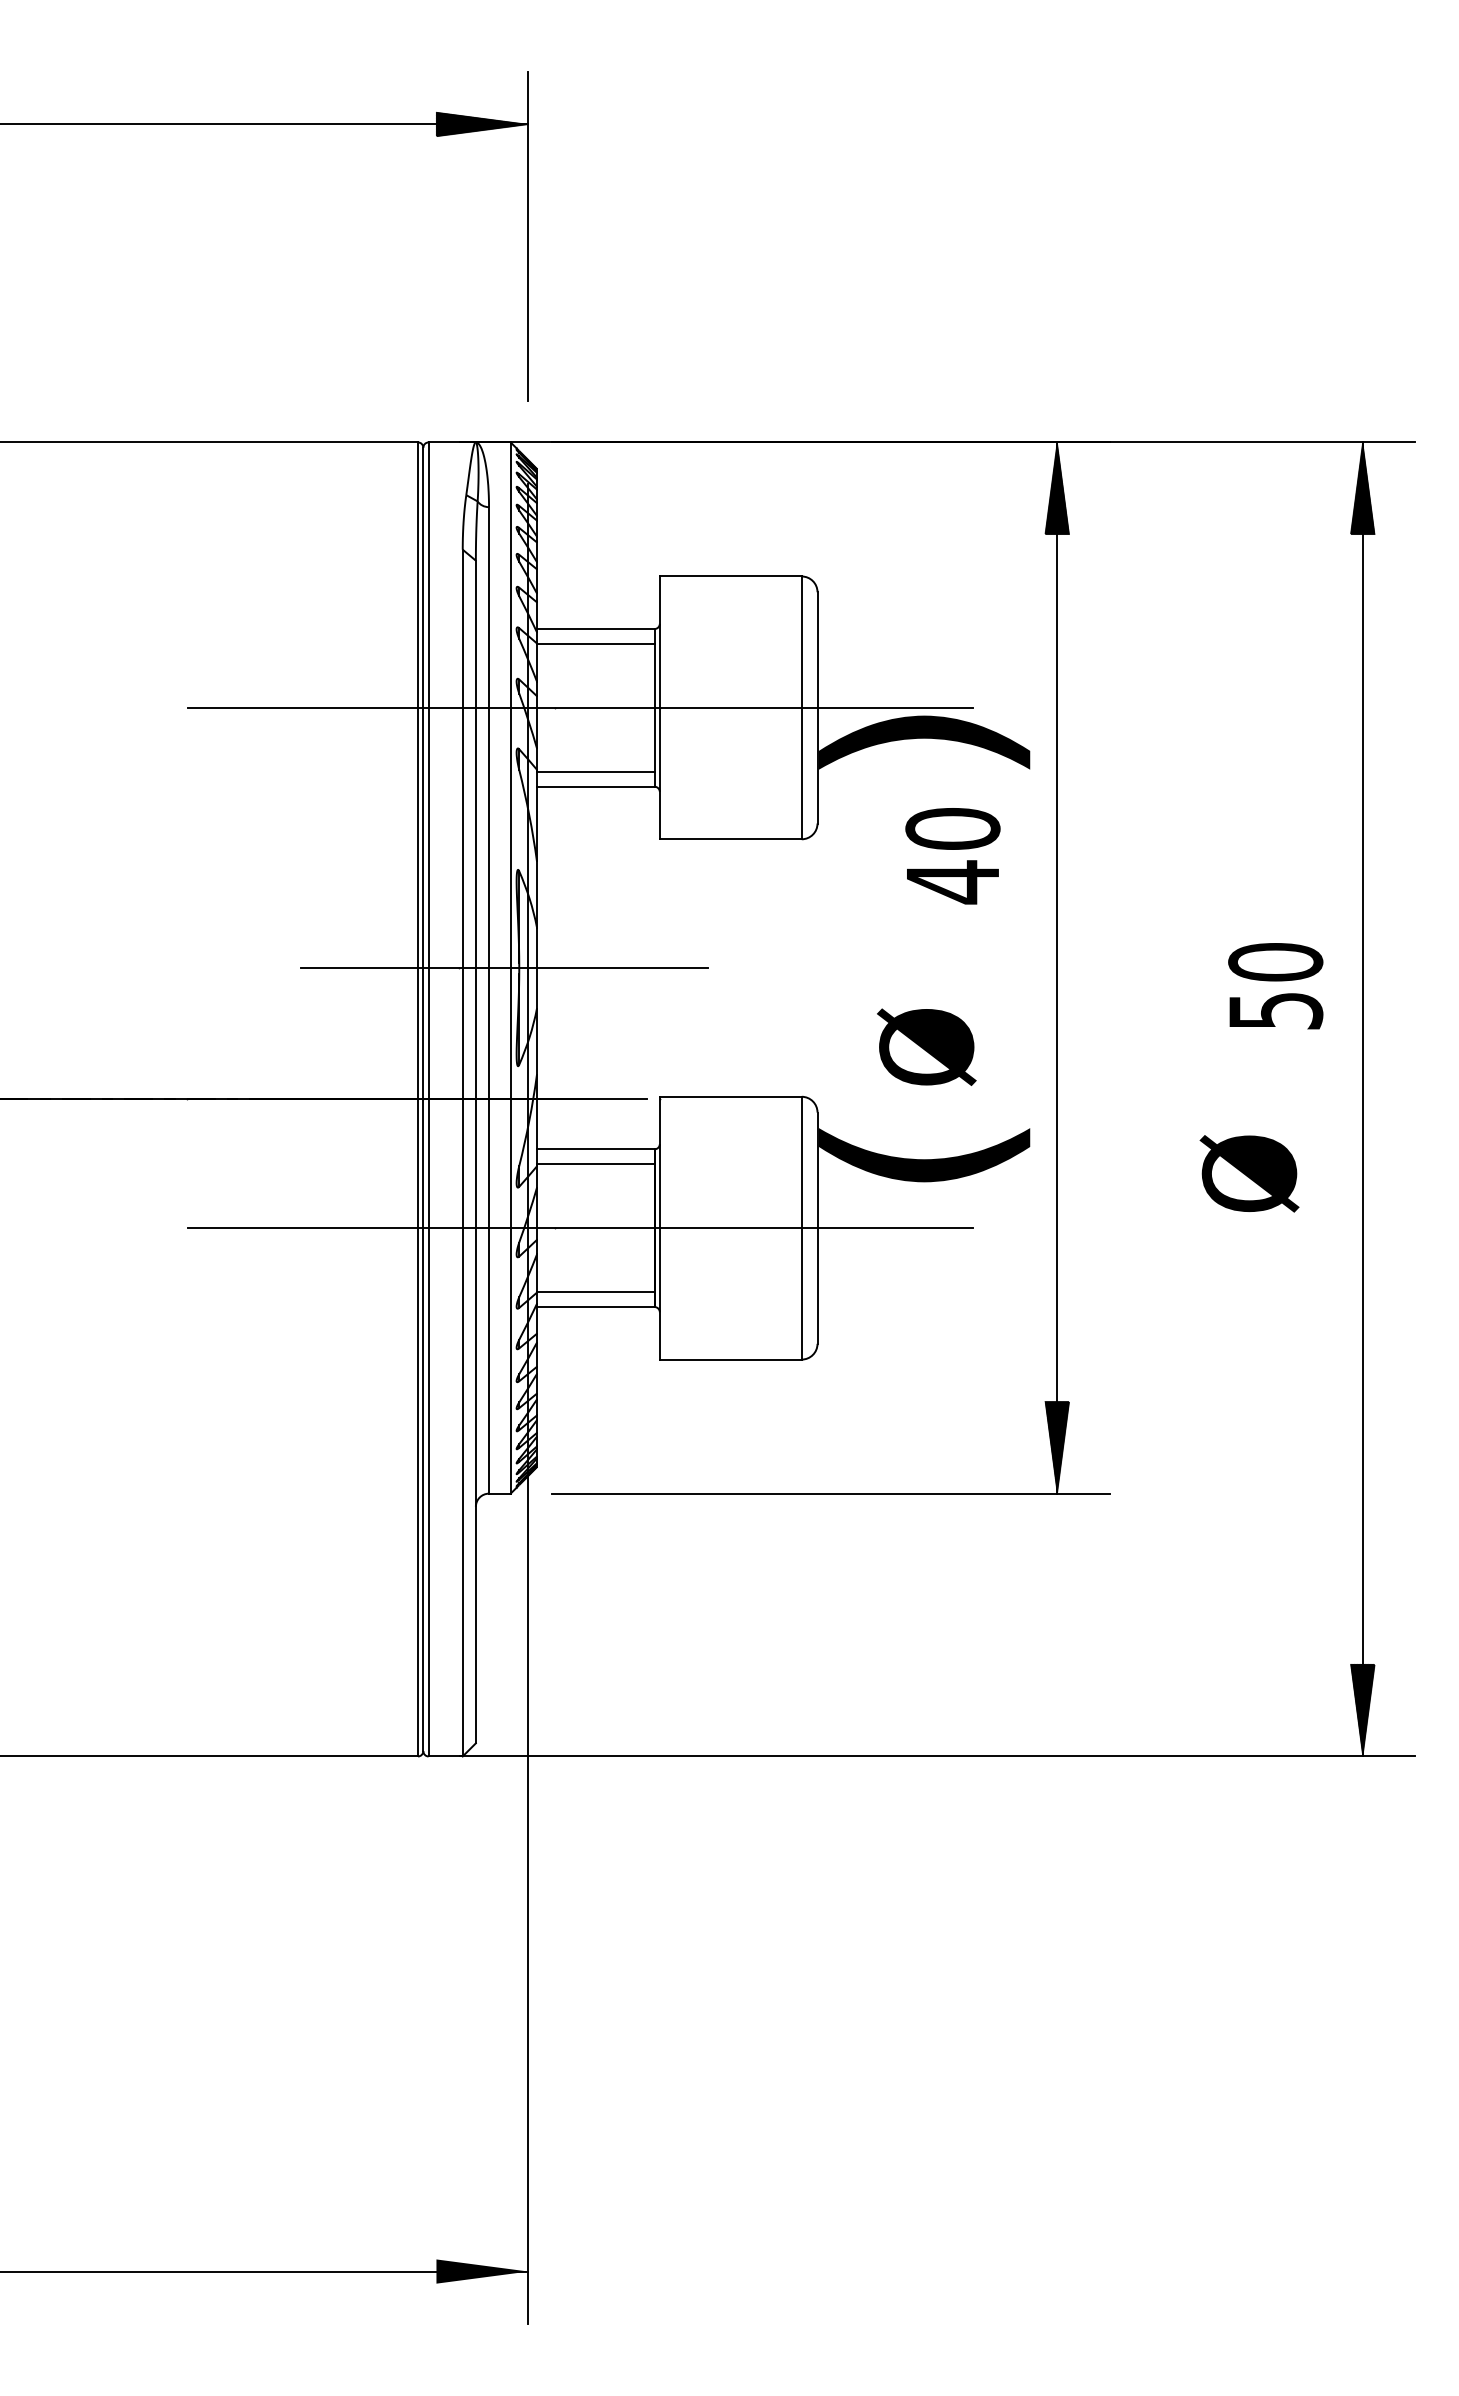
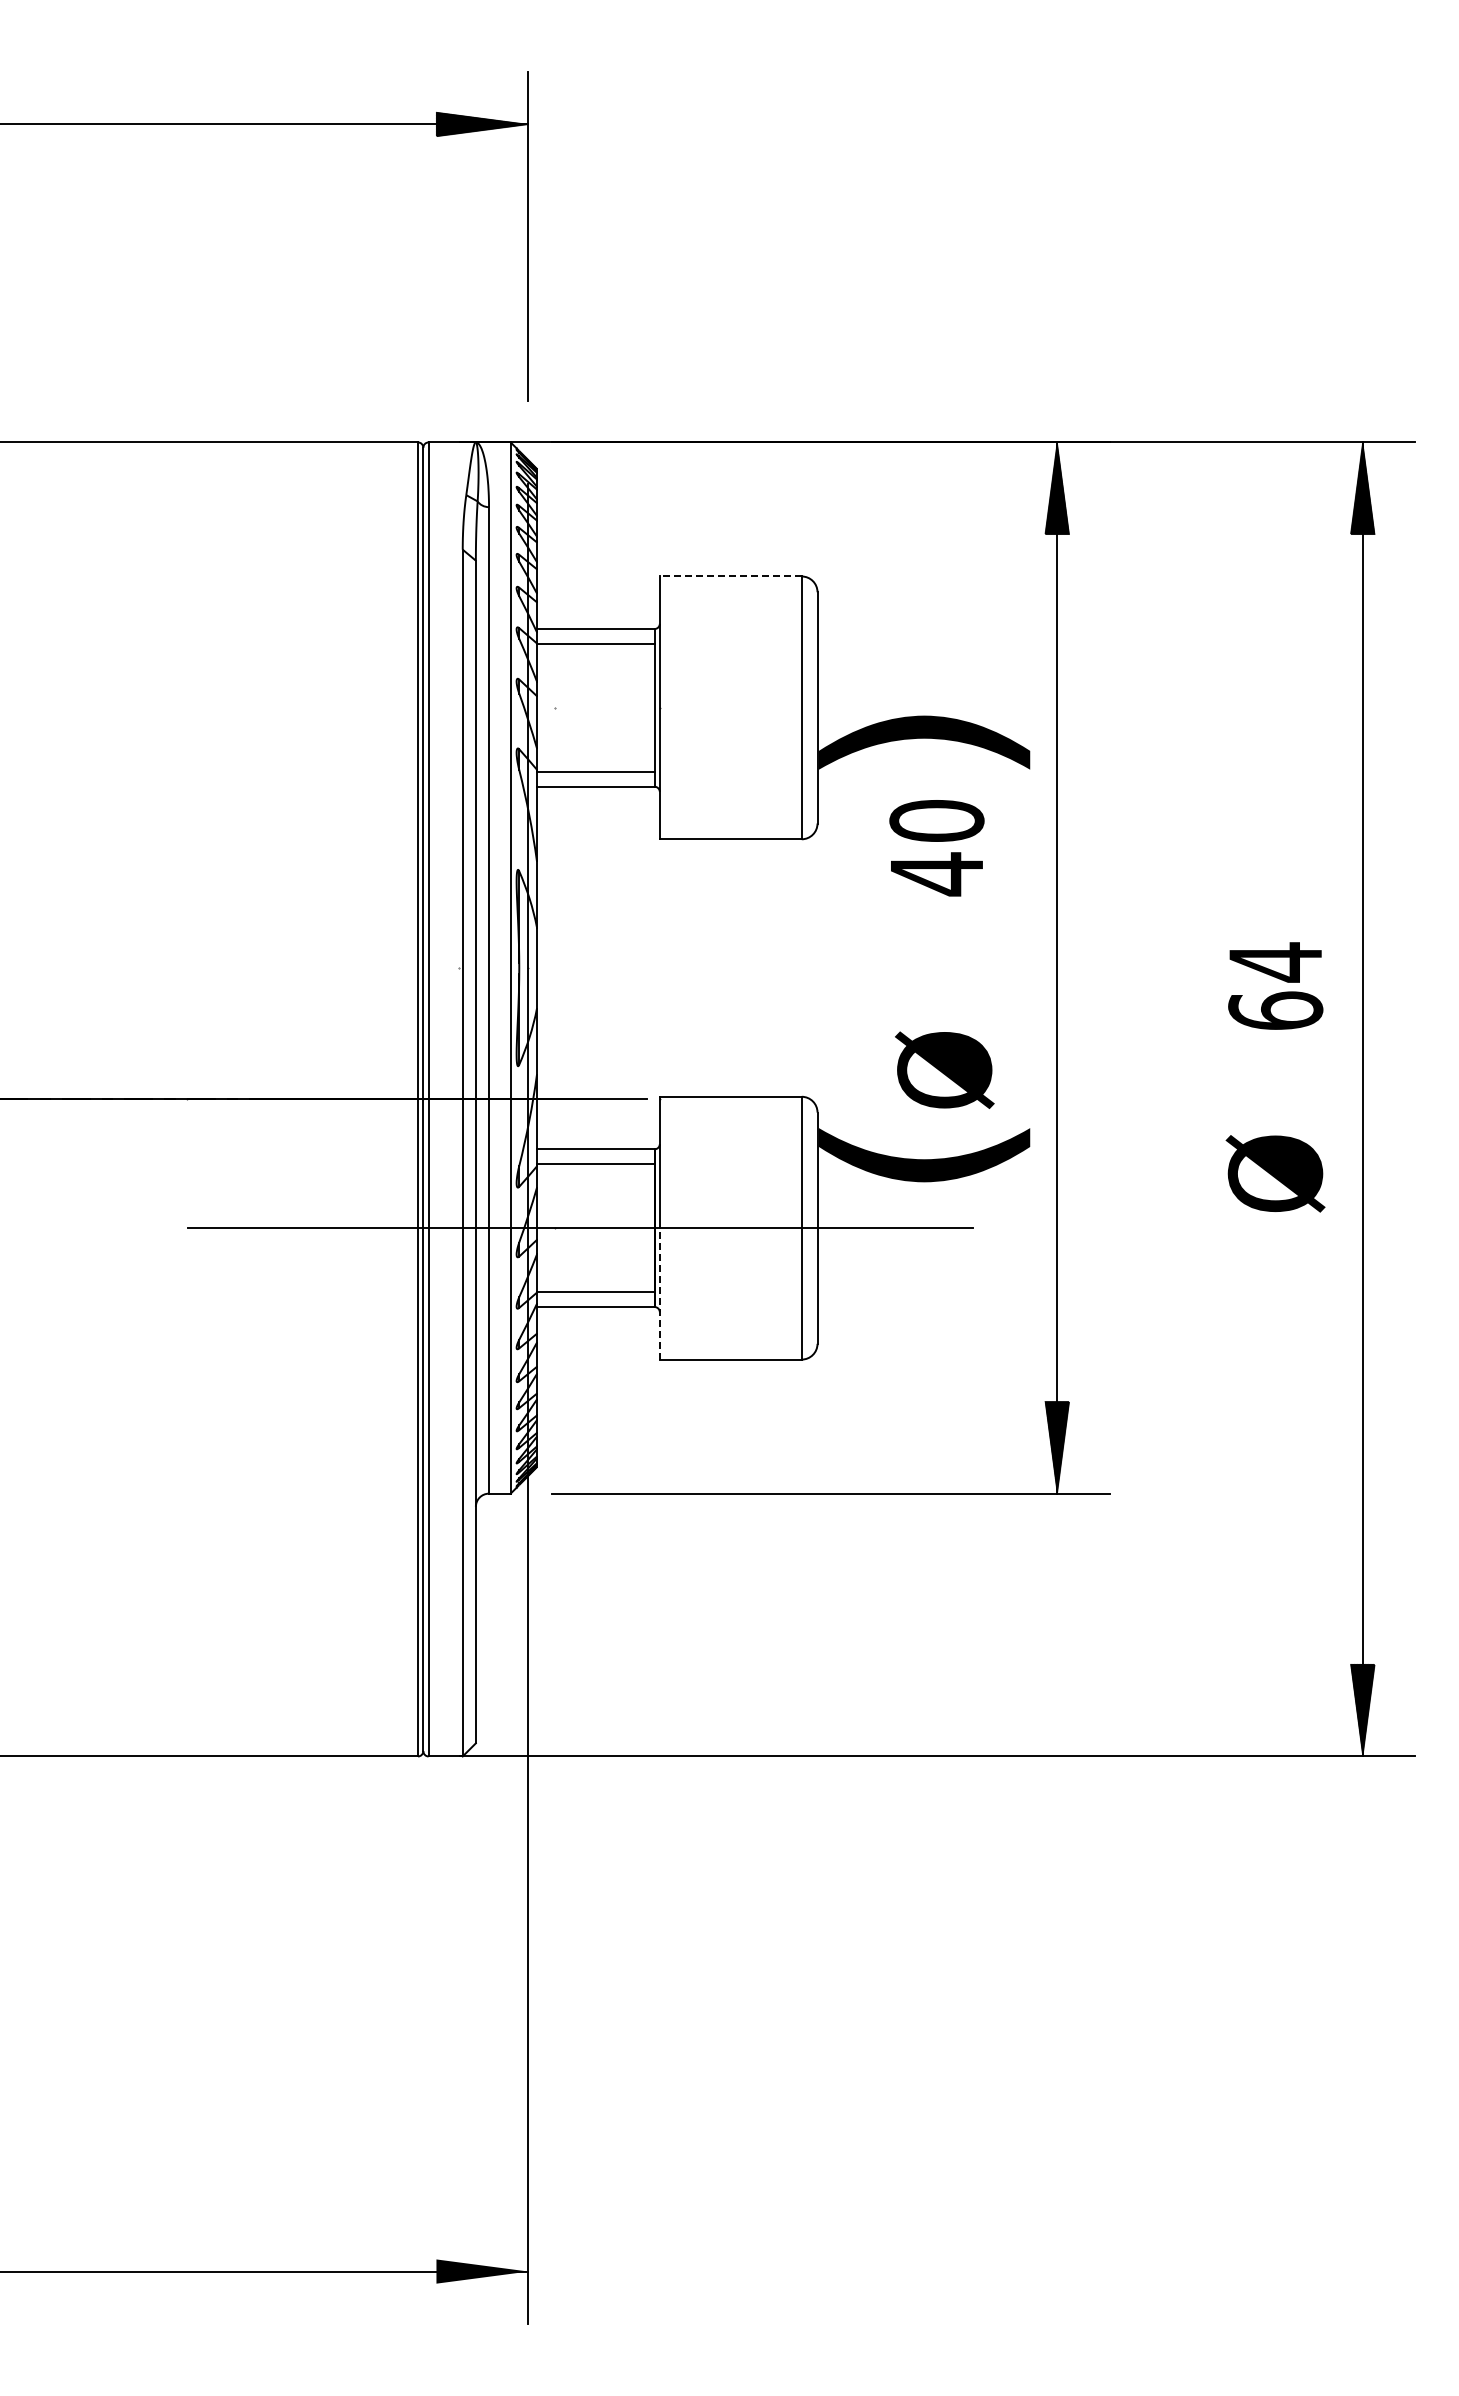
line at (730, 576): solid -> dashed
line at (580, 707): present -> none
text at (952, 856) position: (952, 856) -> (936, 848)
line at (503, 968): present -> none
text at (1275, 985): 50 -> 64
text at (926, 1046) position: (926, 1046) -> (944, 1069)
text at (1249, 1173) position: (1249, 1173) -> (1275, 1173)
line at (659, 1293): solid -> dashed
